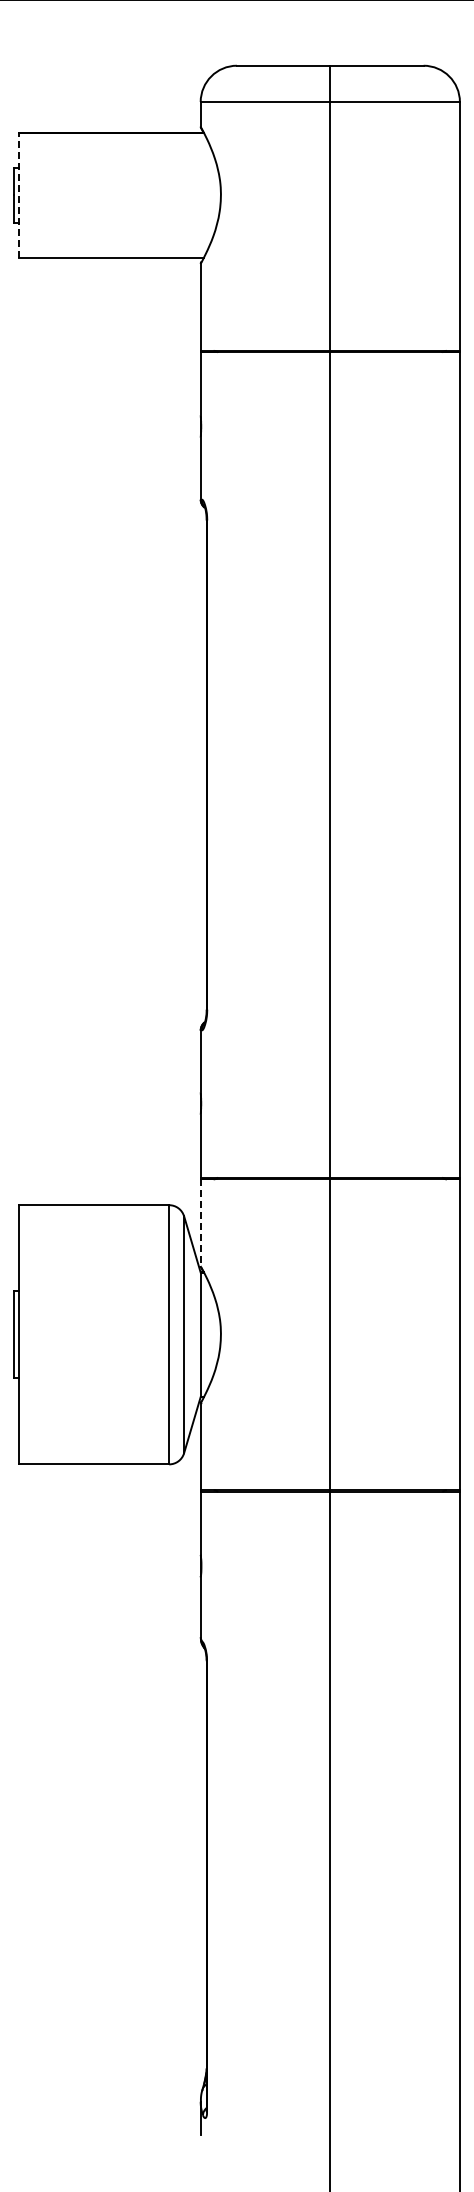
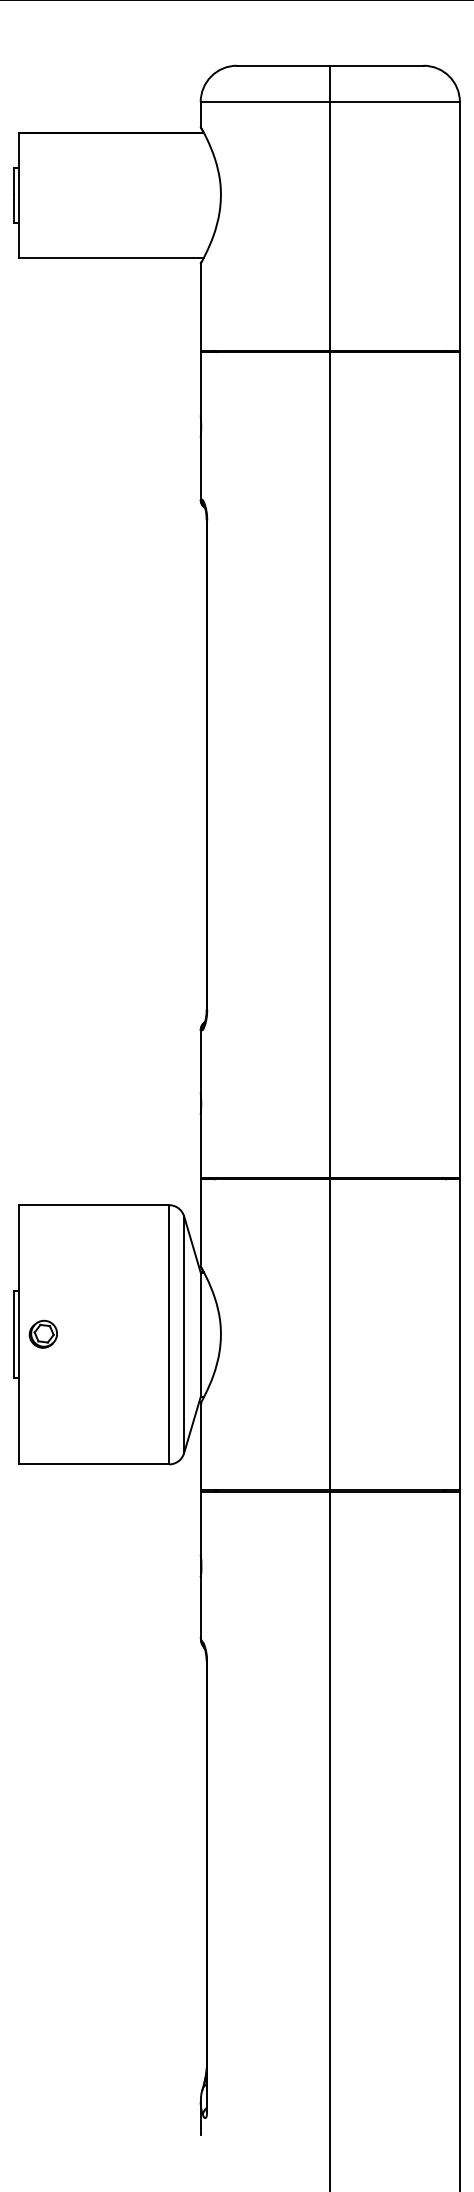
line at (19, 194): dashed -> solid
line at (200, 1222): dashed -> solid
part at (42, 1333): none -> present
